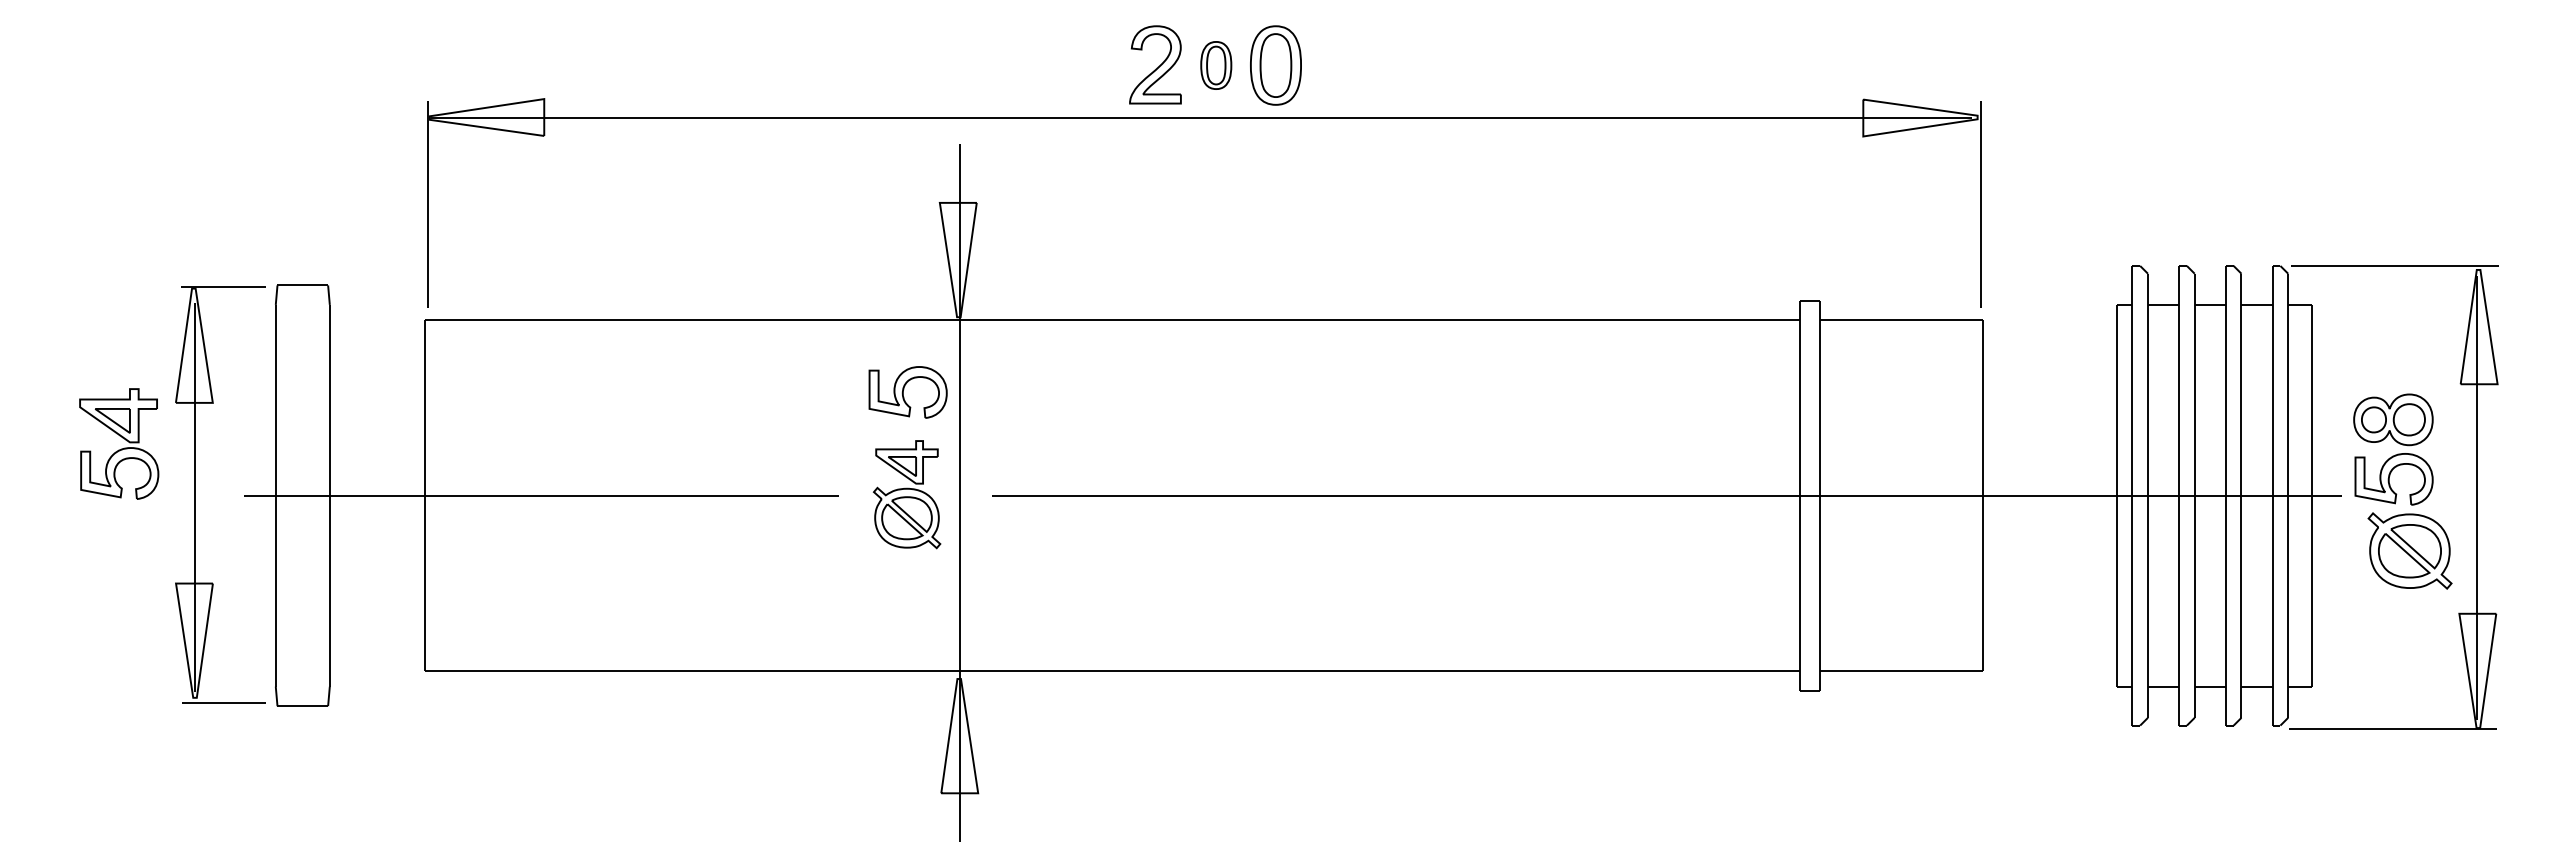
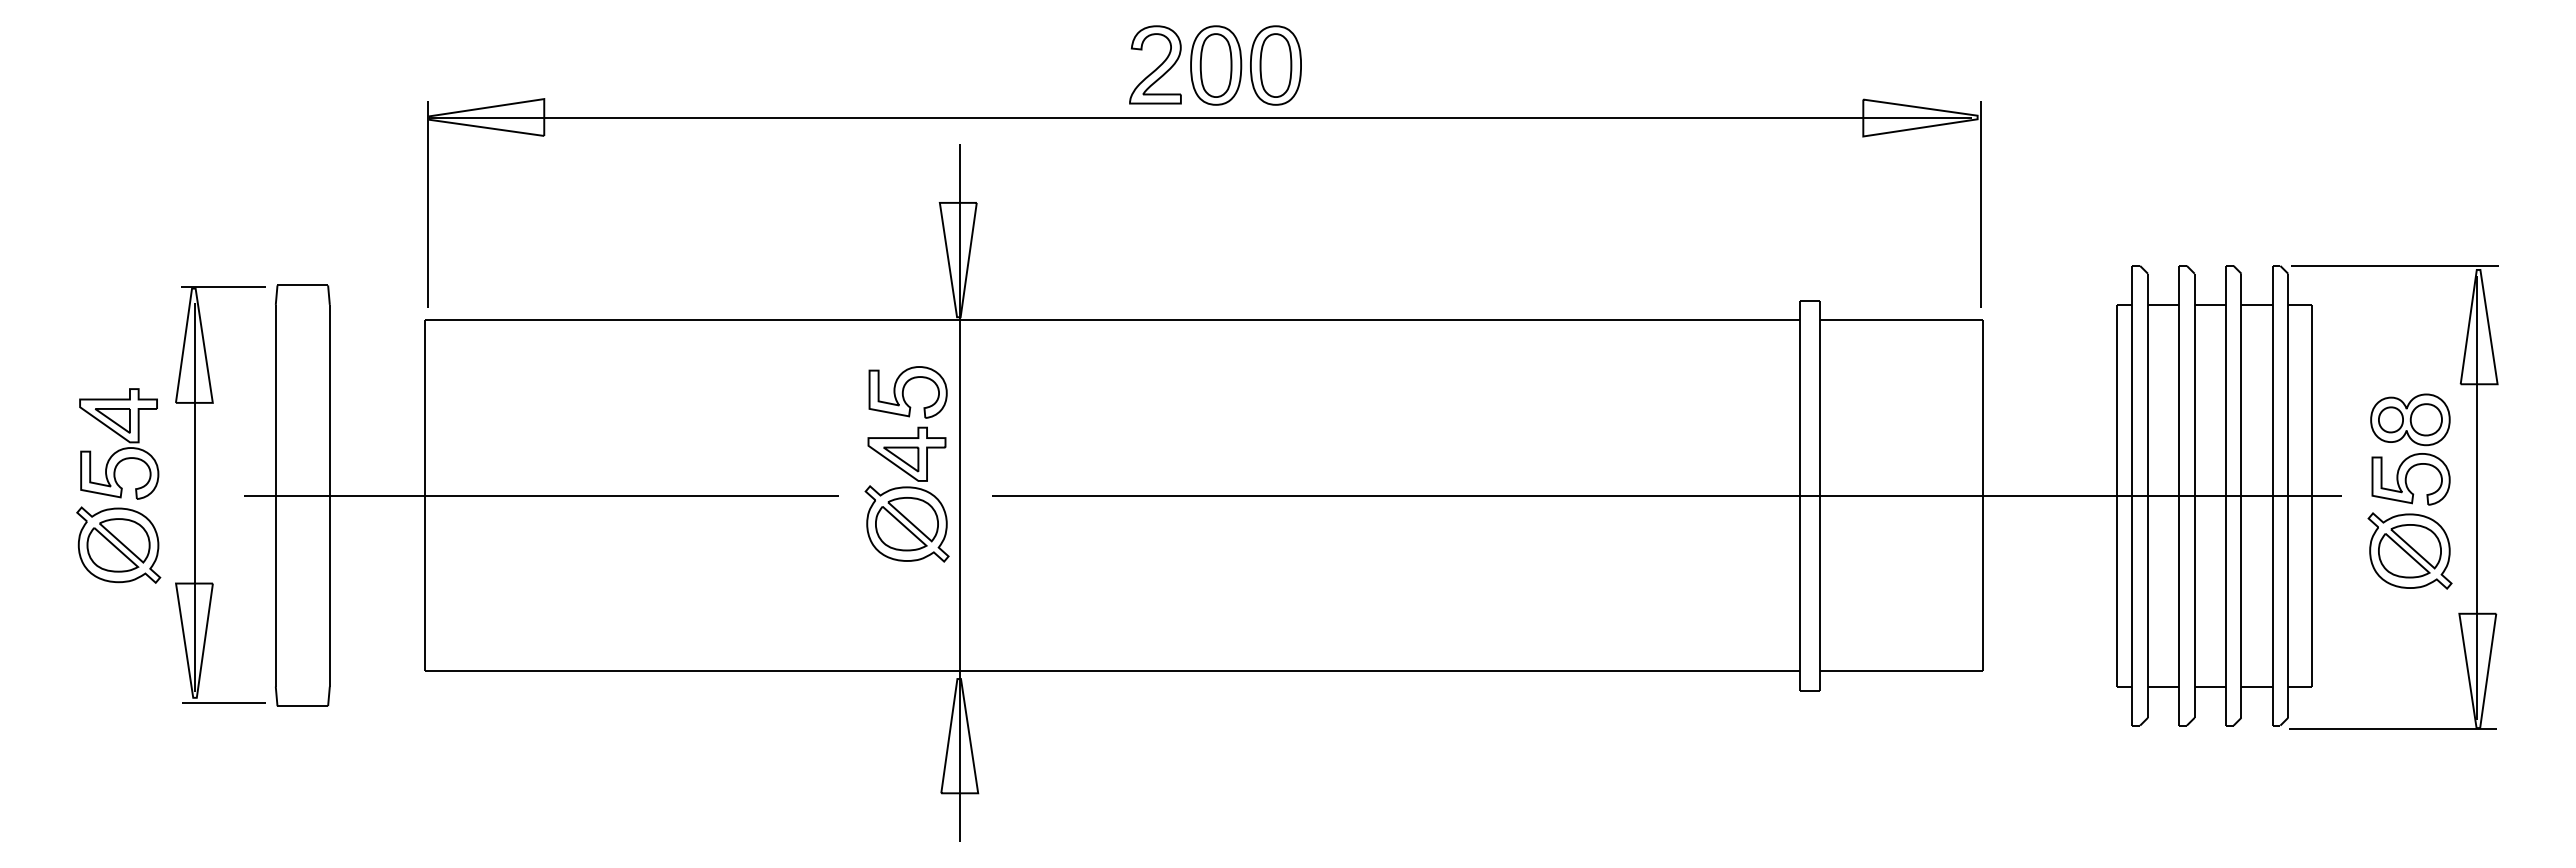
part at (1216, 65) size: 33x49 px -> 53x81 px
part at (2393, 449) position: (2393, 449) -> (2410, 449)
part at (906, 494) size: 70x110 px -> 86x137 px
part at (118, 544): none -> present
